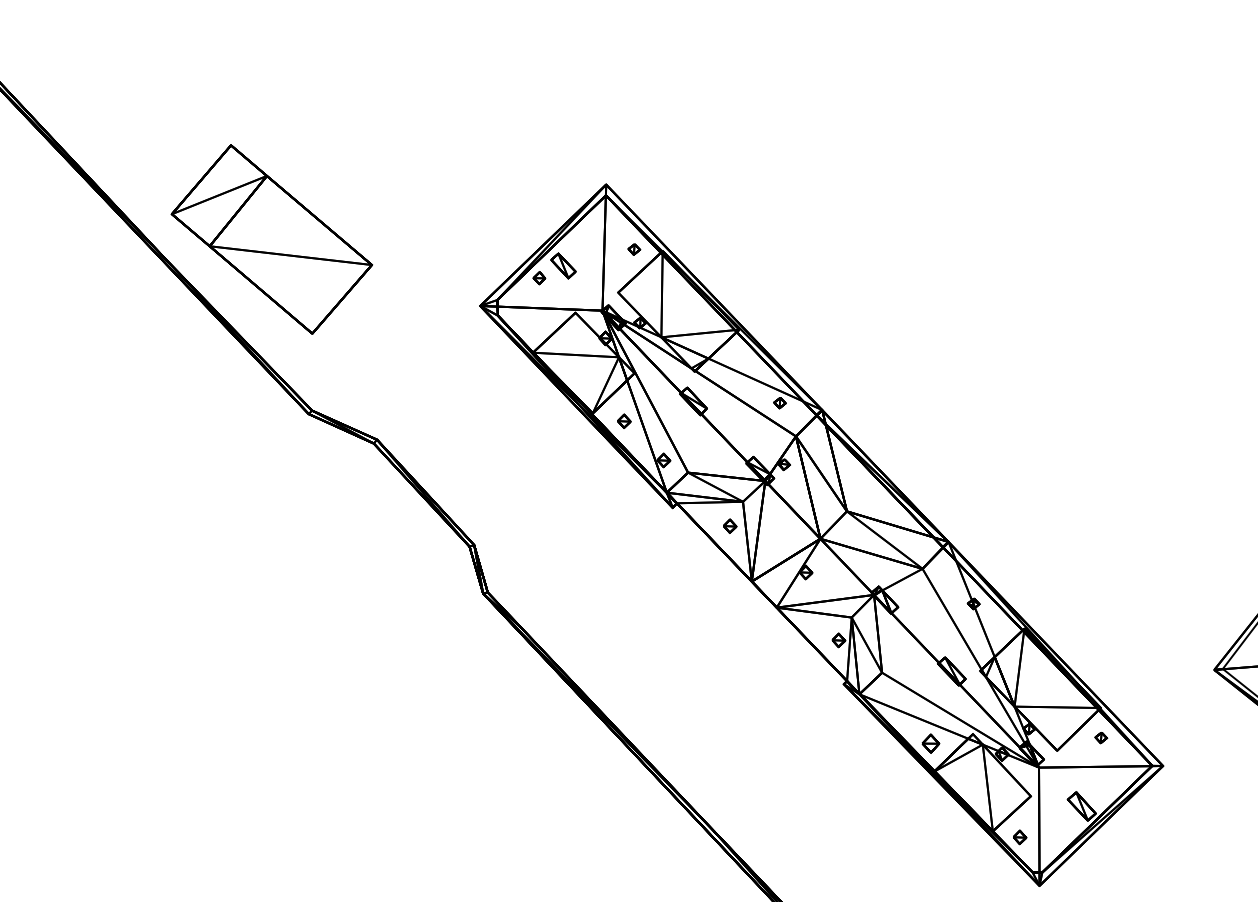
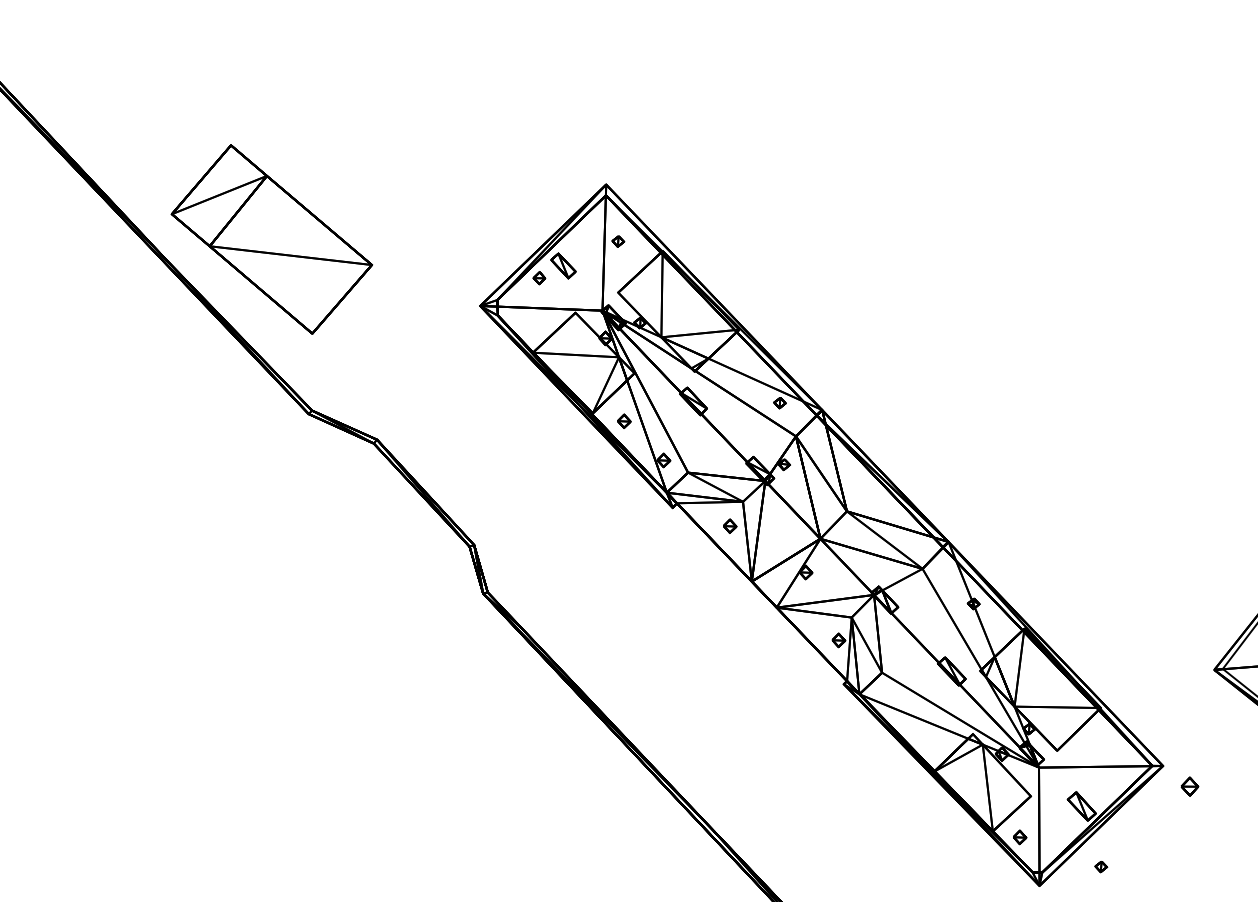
part at (634, 249) position: (634, 249) -> (618, 241)
part at (1101, 738) position: (1101, 738) -> (1101, 867)
part at (930, 743) position: (930, 743) -> (1189, 786)
